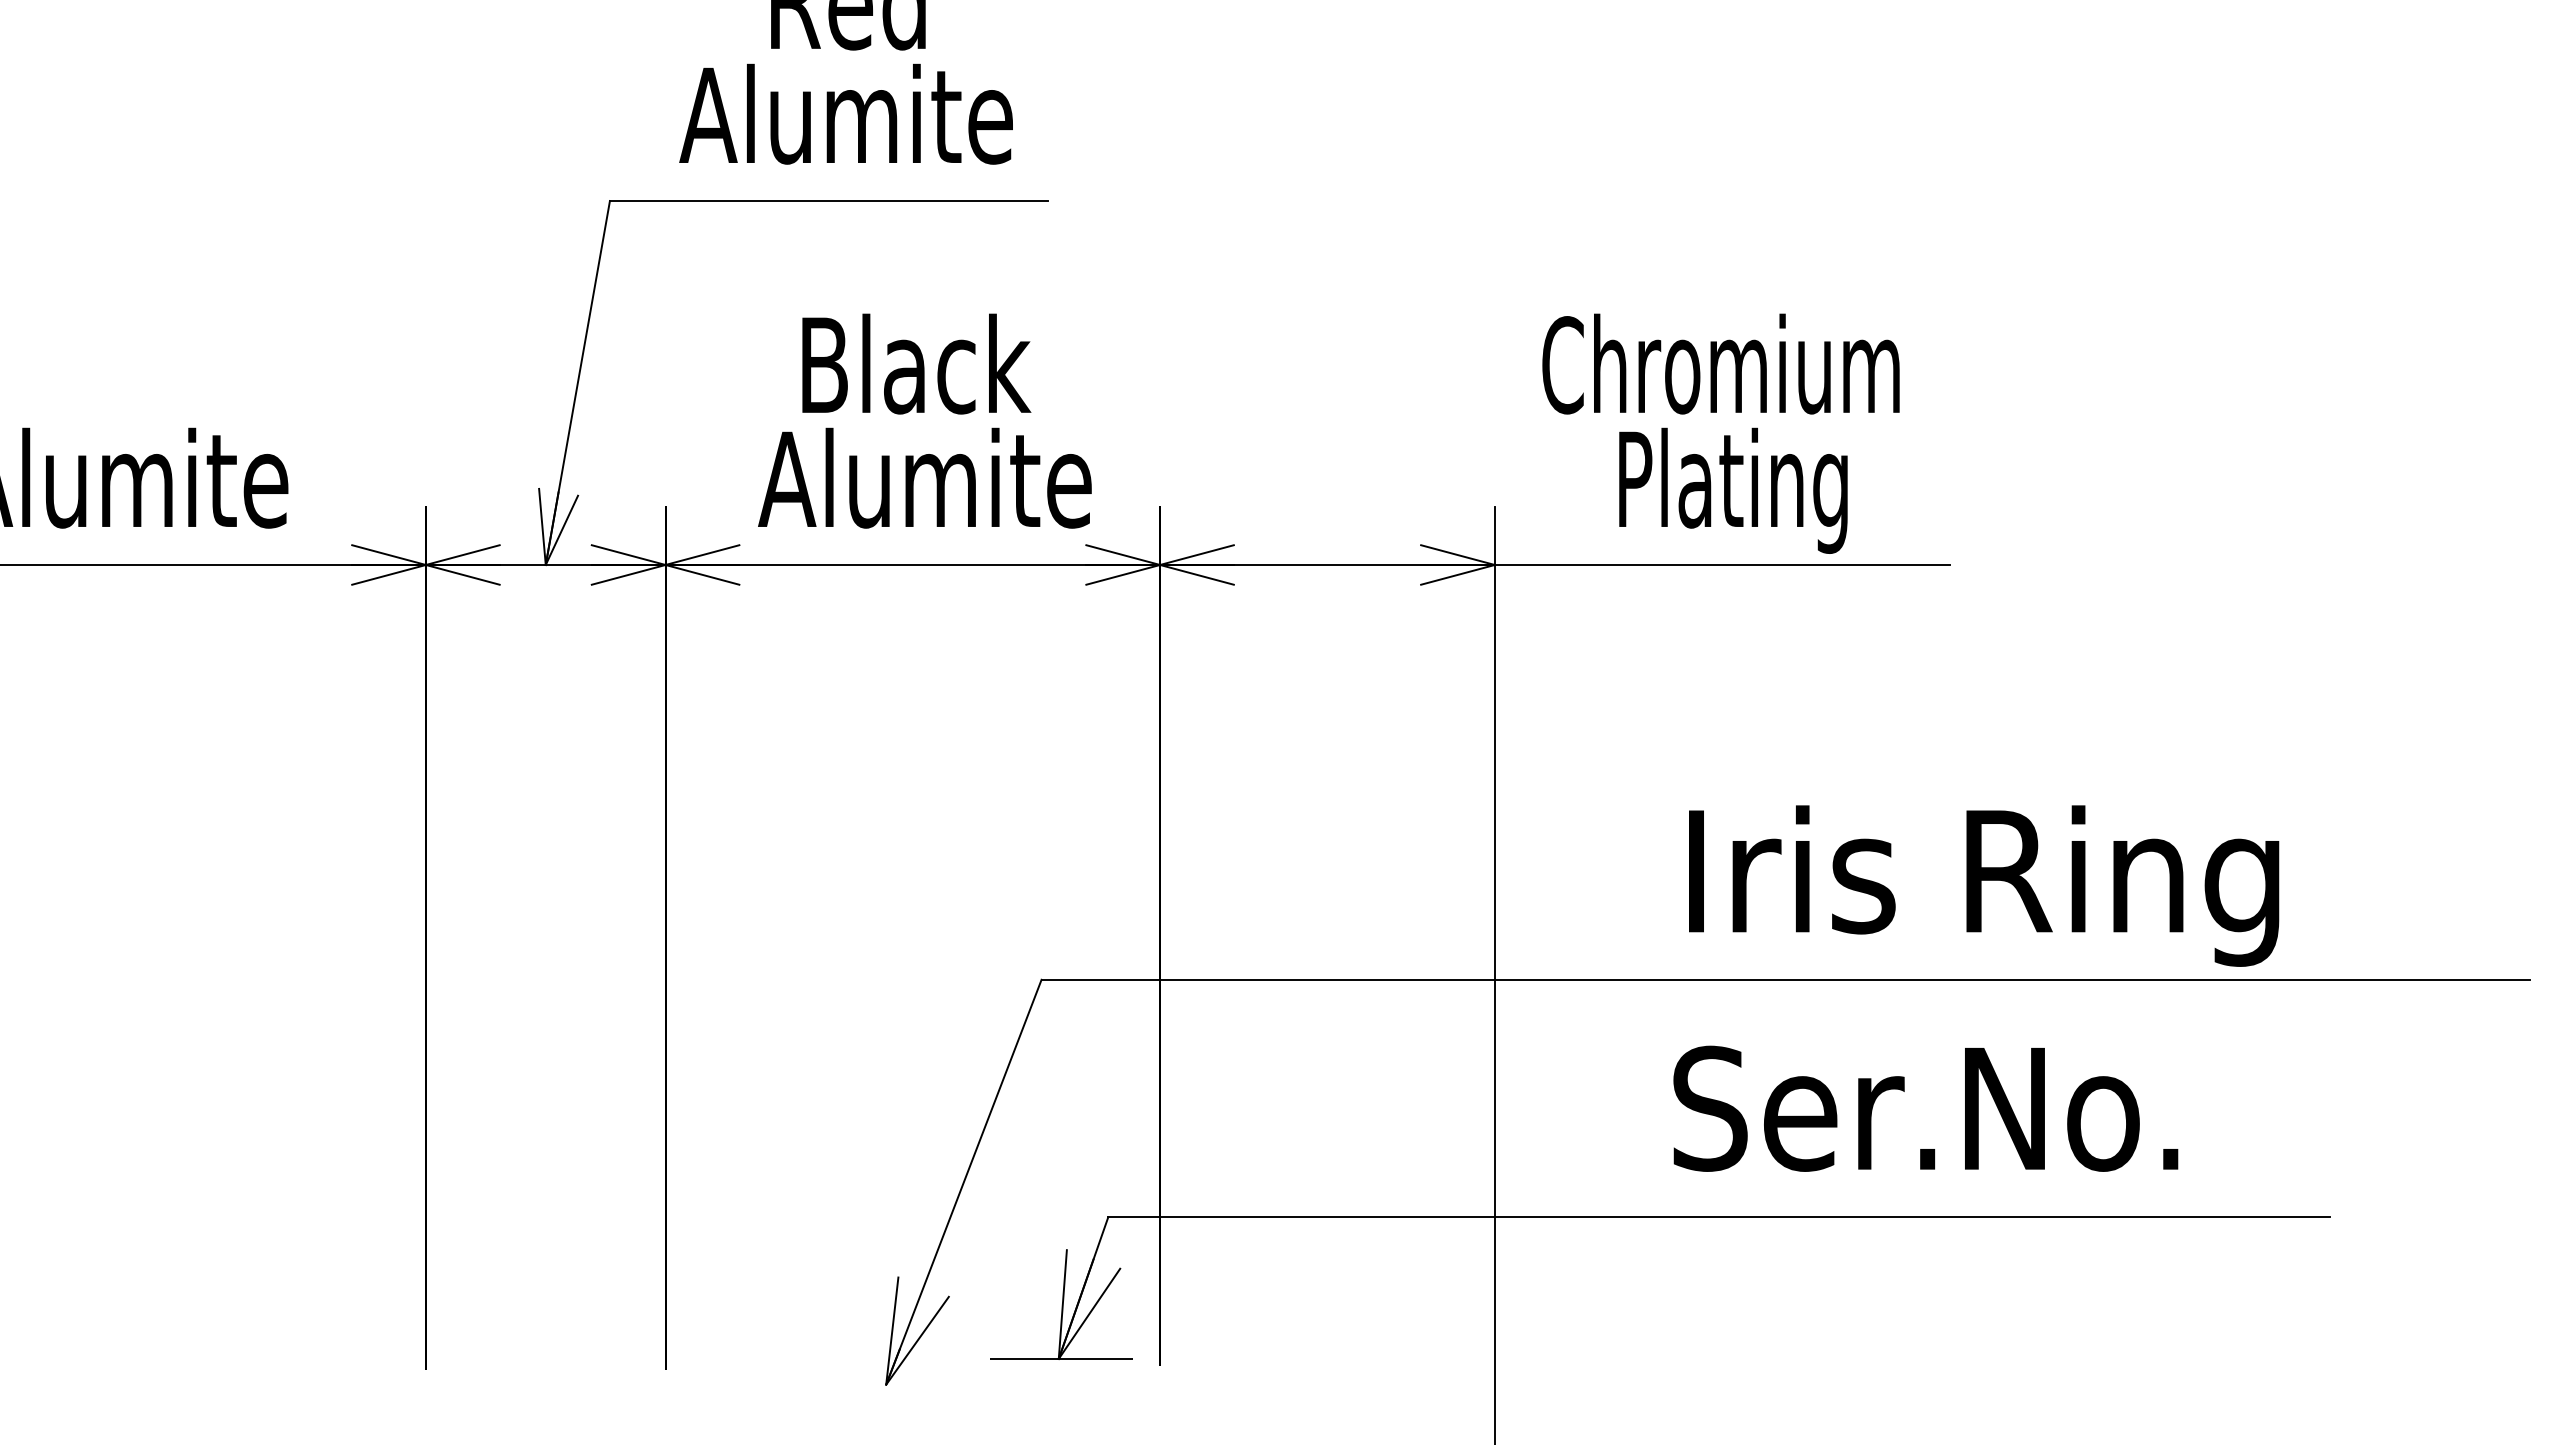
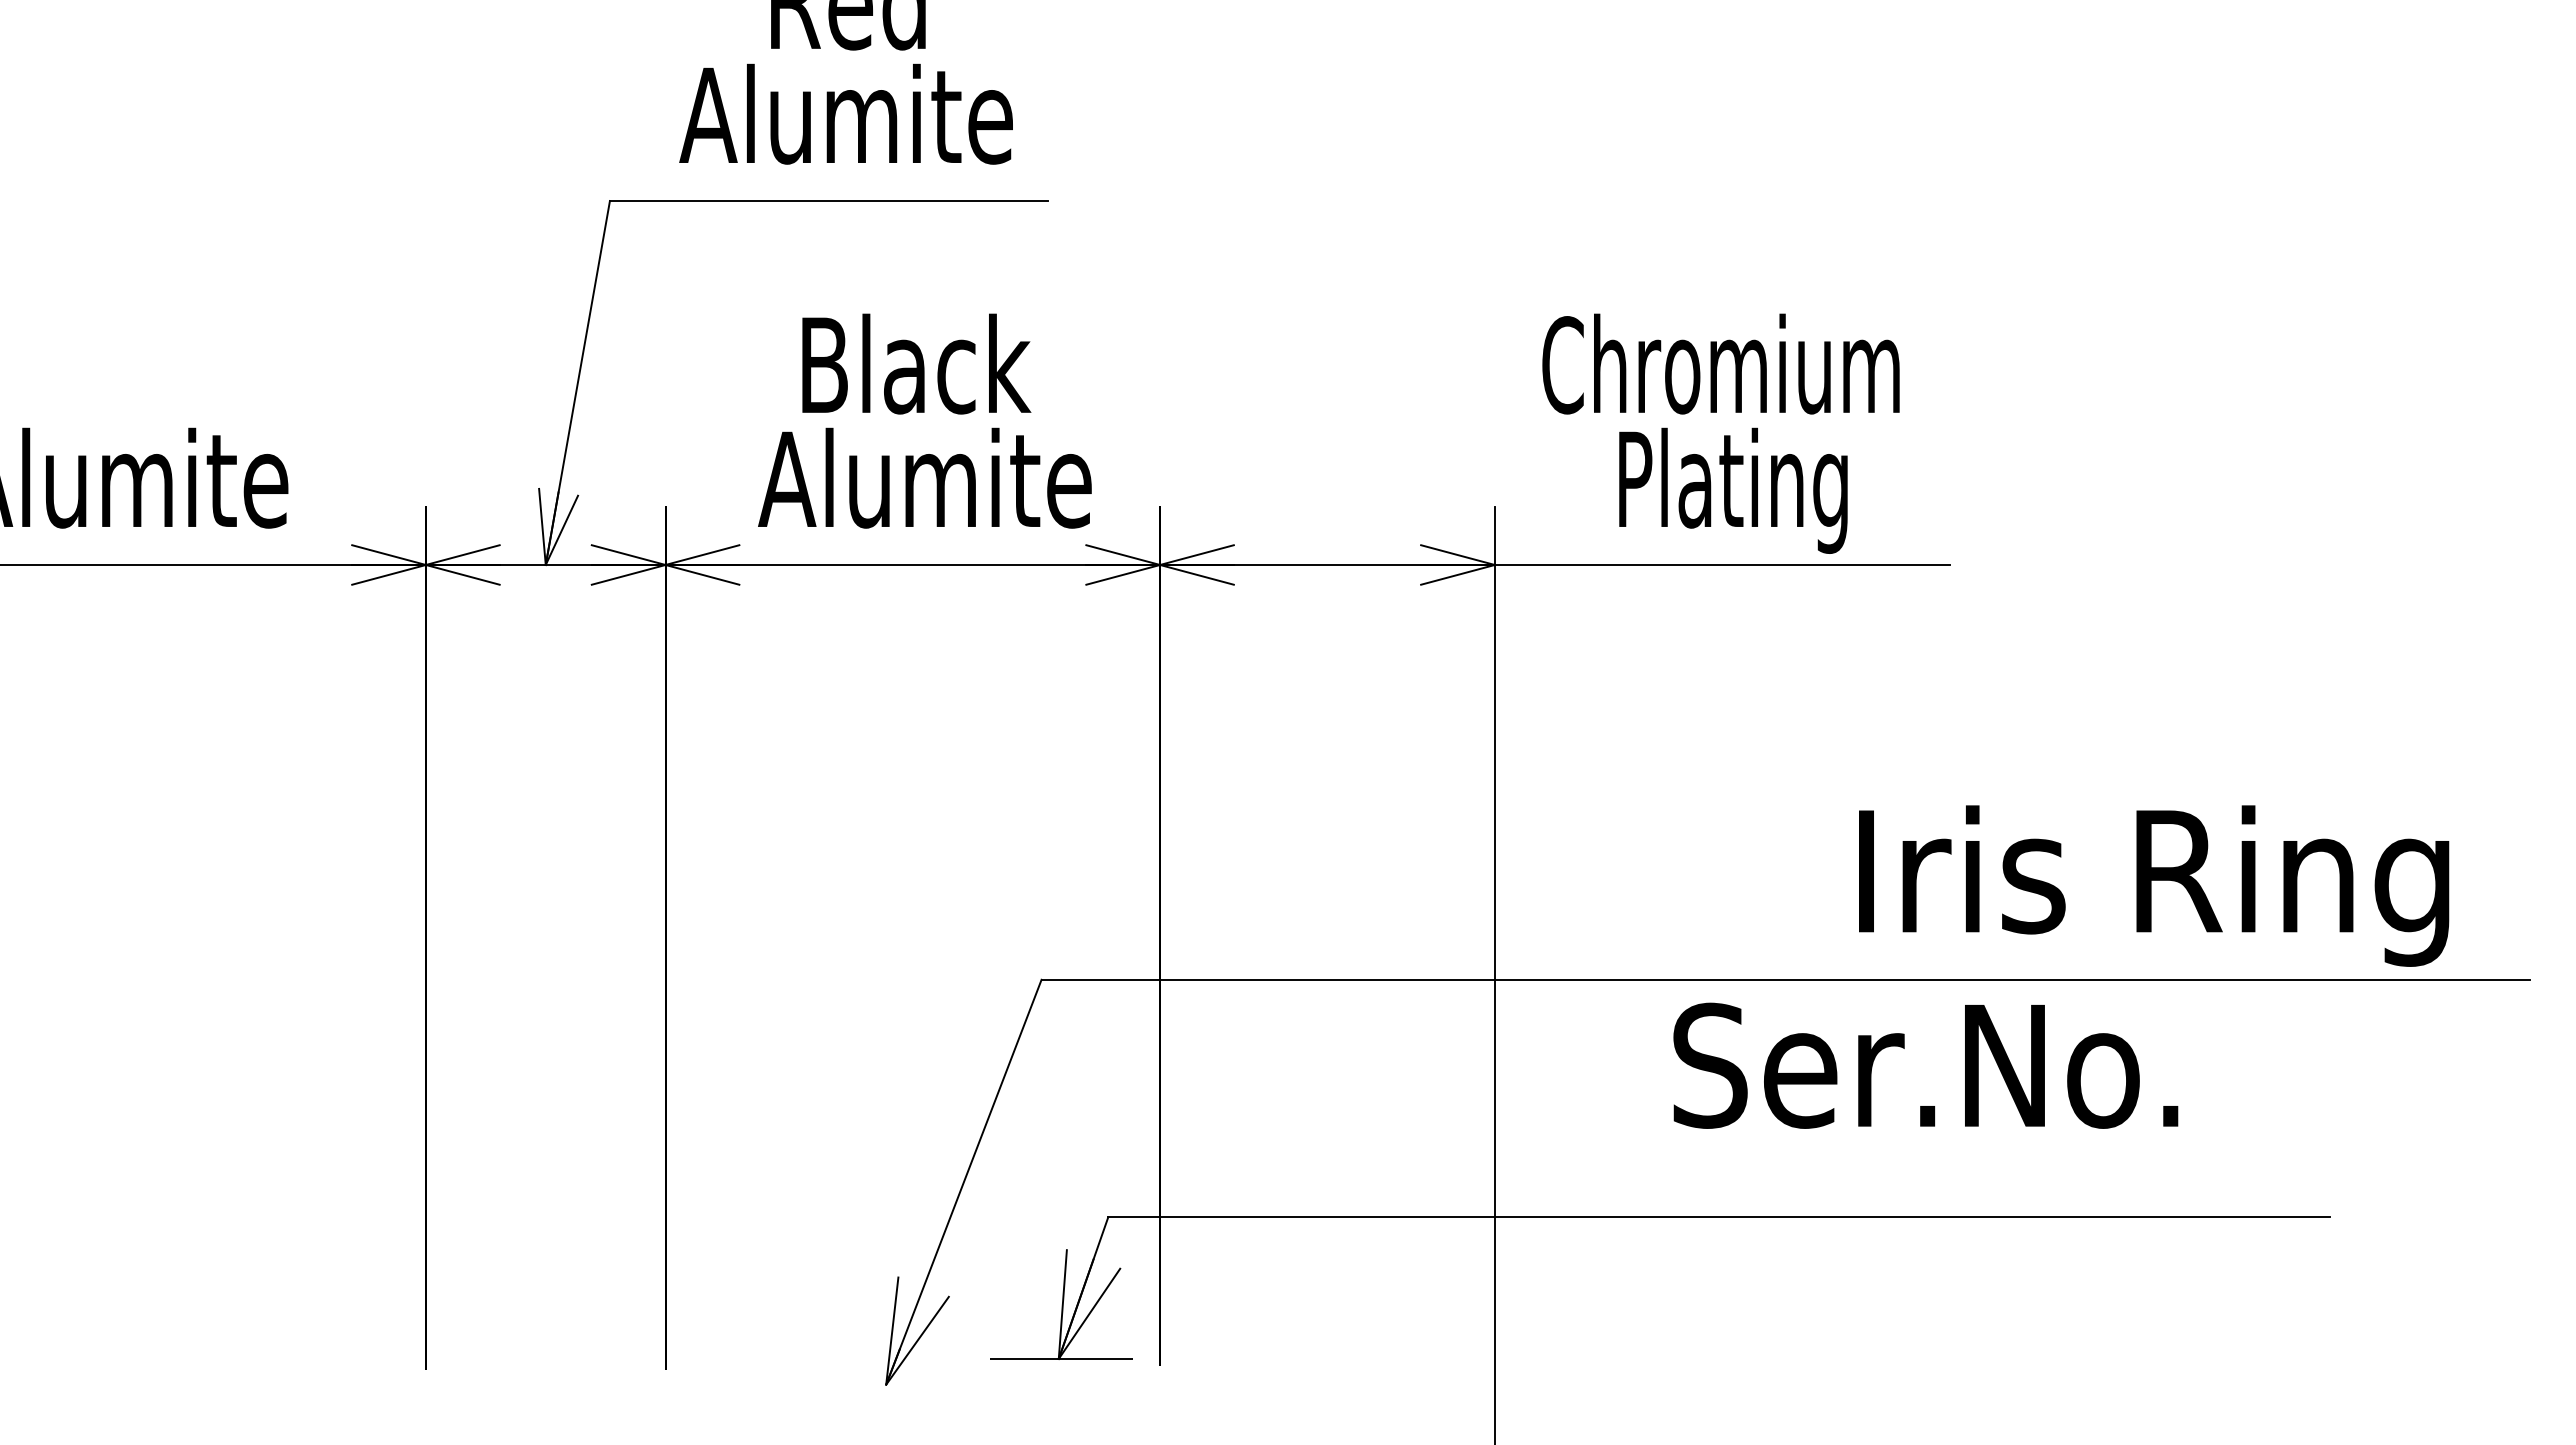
text at (1984, 885) position: (1984, 885) -> (2154, 885)
text at (1925, 1108) position: (1925, 1108) -> (1925, 1065)
